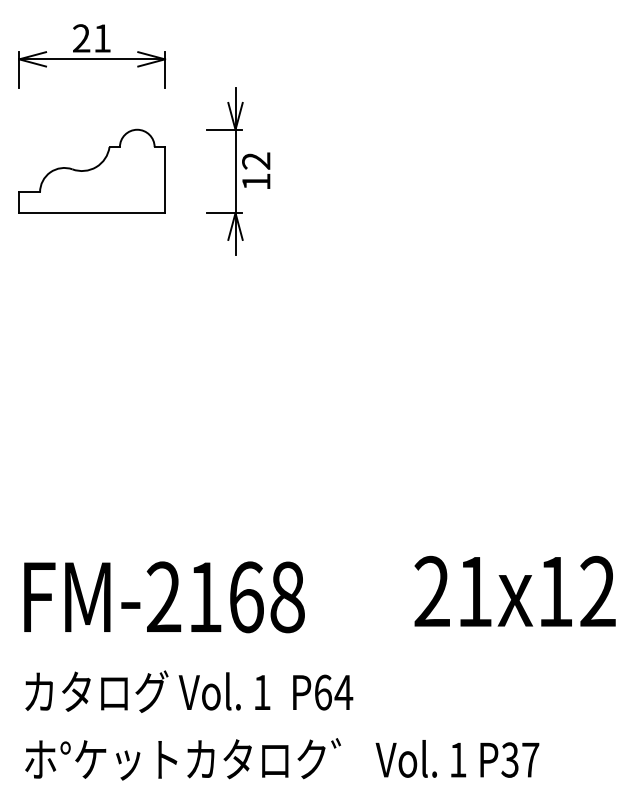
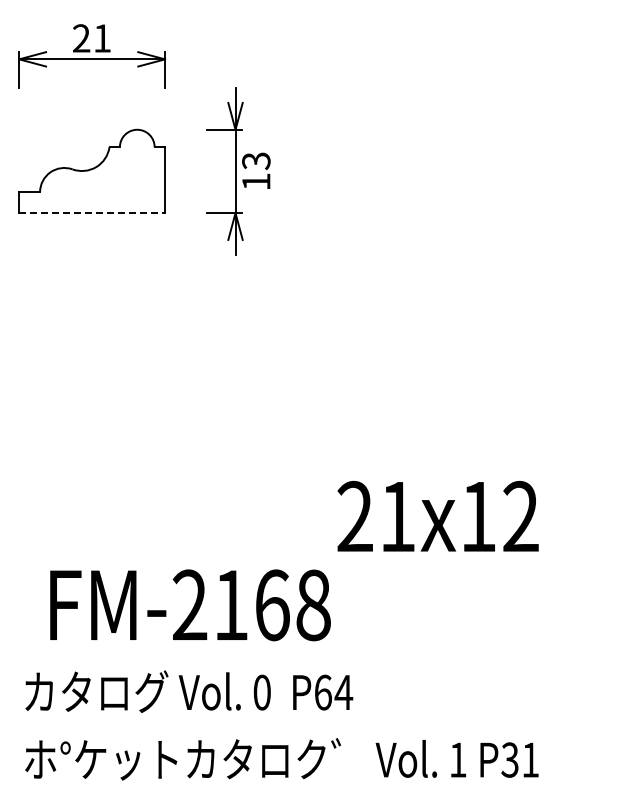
text at (256, 161): 12 -> 13
line at (92, 213): solid -> dashed
text at (514, 590) position: (514, 590) -> (437, 515)
text at (164, 597) position: (164, 597) -> (190, 605)
text at (261, 692): 1 -> 0
text at (530, 759): P37 -> P31
